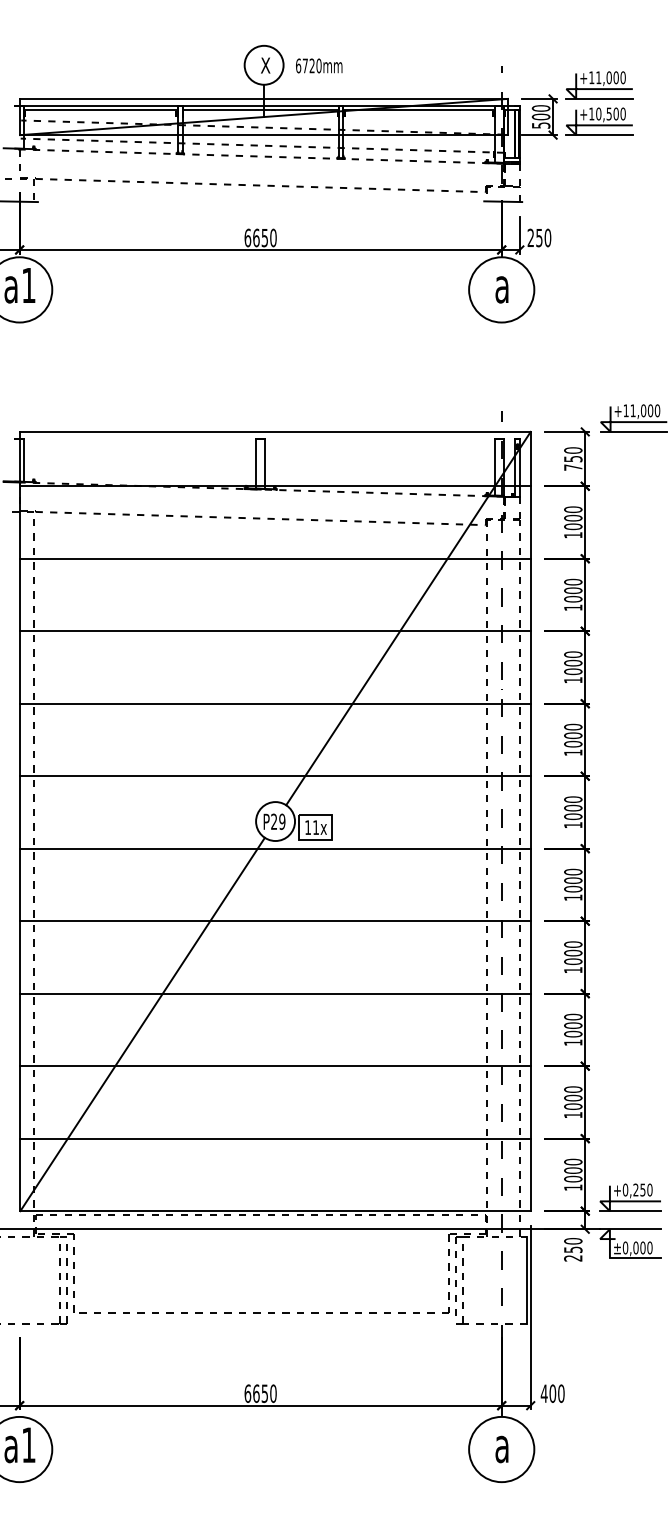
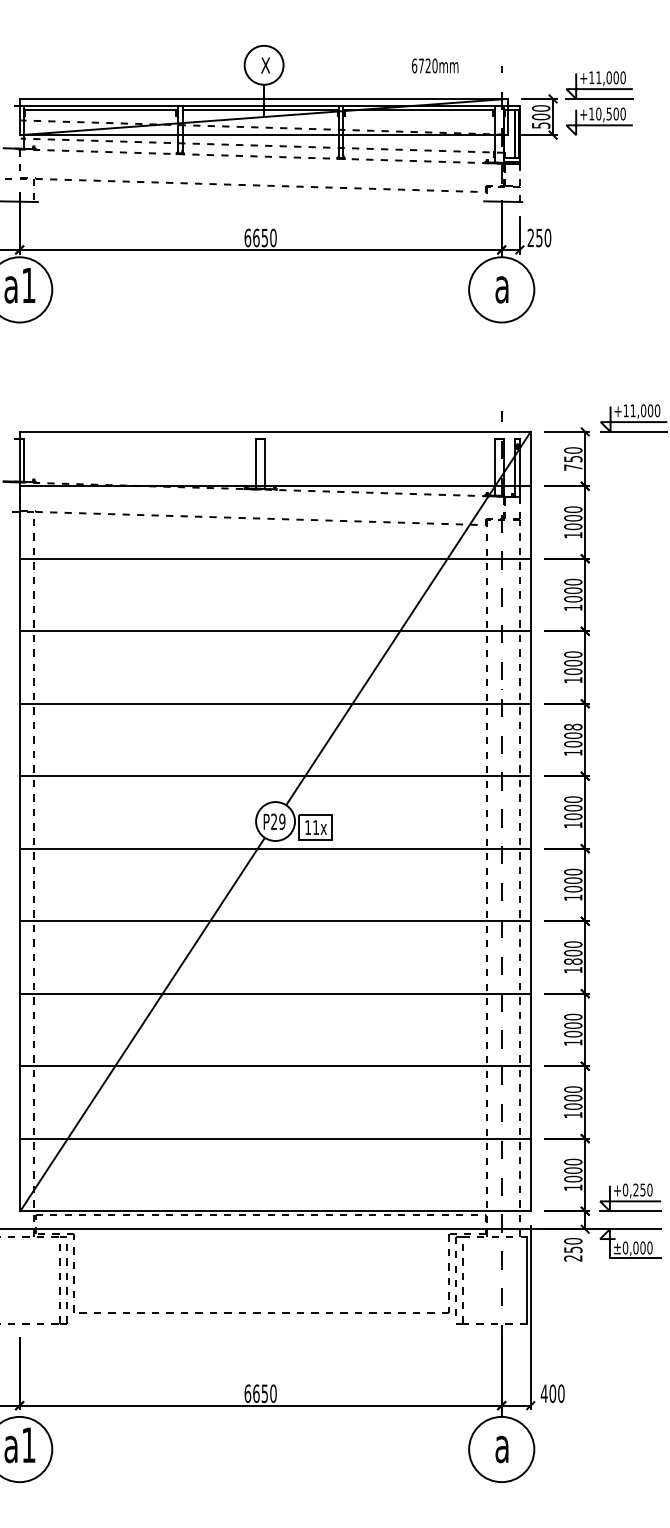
text at (319, 65) position: (319, 65) -> (435, 65)
line at (599, 135): present -> none
text at (573, 726): 1000 -> 1008
text at (573, 961): 1000 -> 1800
